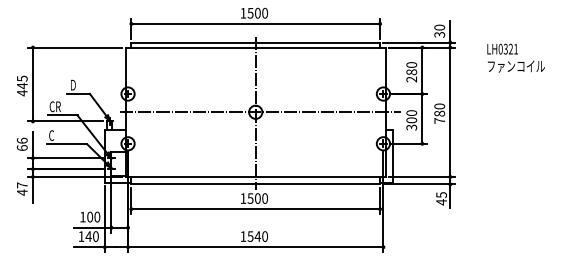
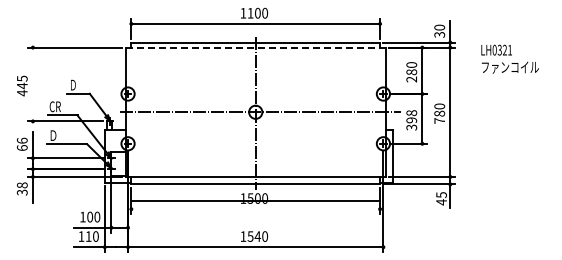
text at (250, 13): 1500 -> 1100
line at (256, 47): solid -> dashed
text at (515, 57) position: (515, 57) -> (509, 58)
line at (32, 84): present -> none
text at (411, 116): 300 -> 398
text at (52, 135): C -> Ｄ
text at (21, 188): 47 -> 38
line at (255, 209) position: (255, 209) -> (255, 201)
text at (88, 236): 140 -> 110
